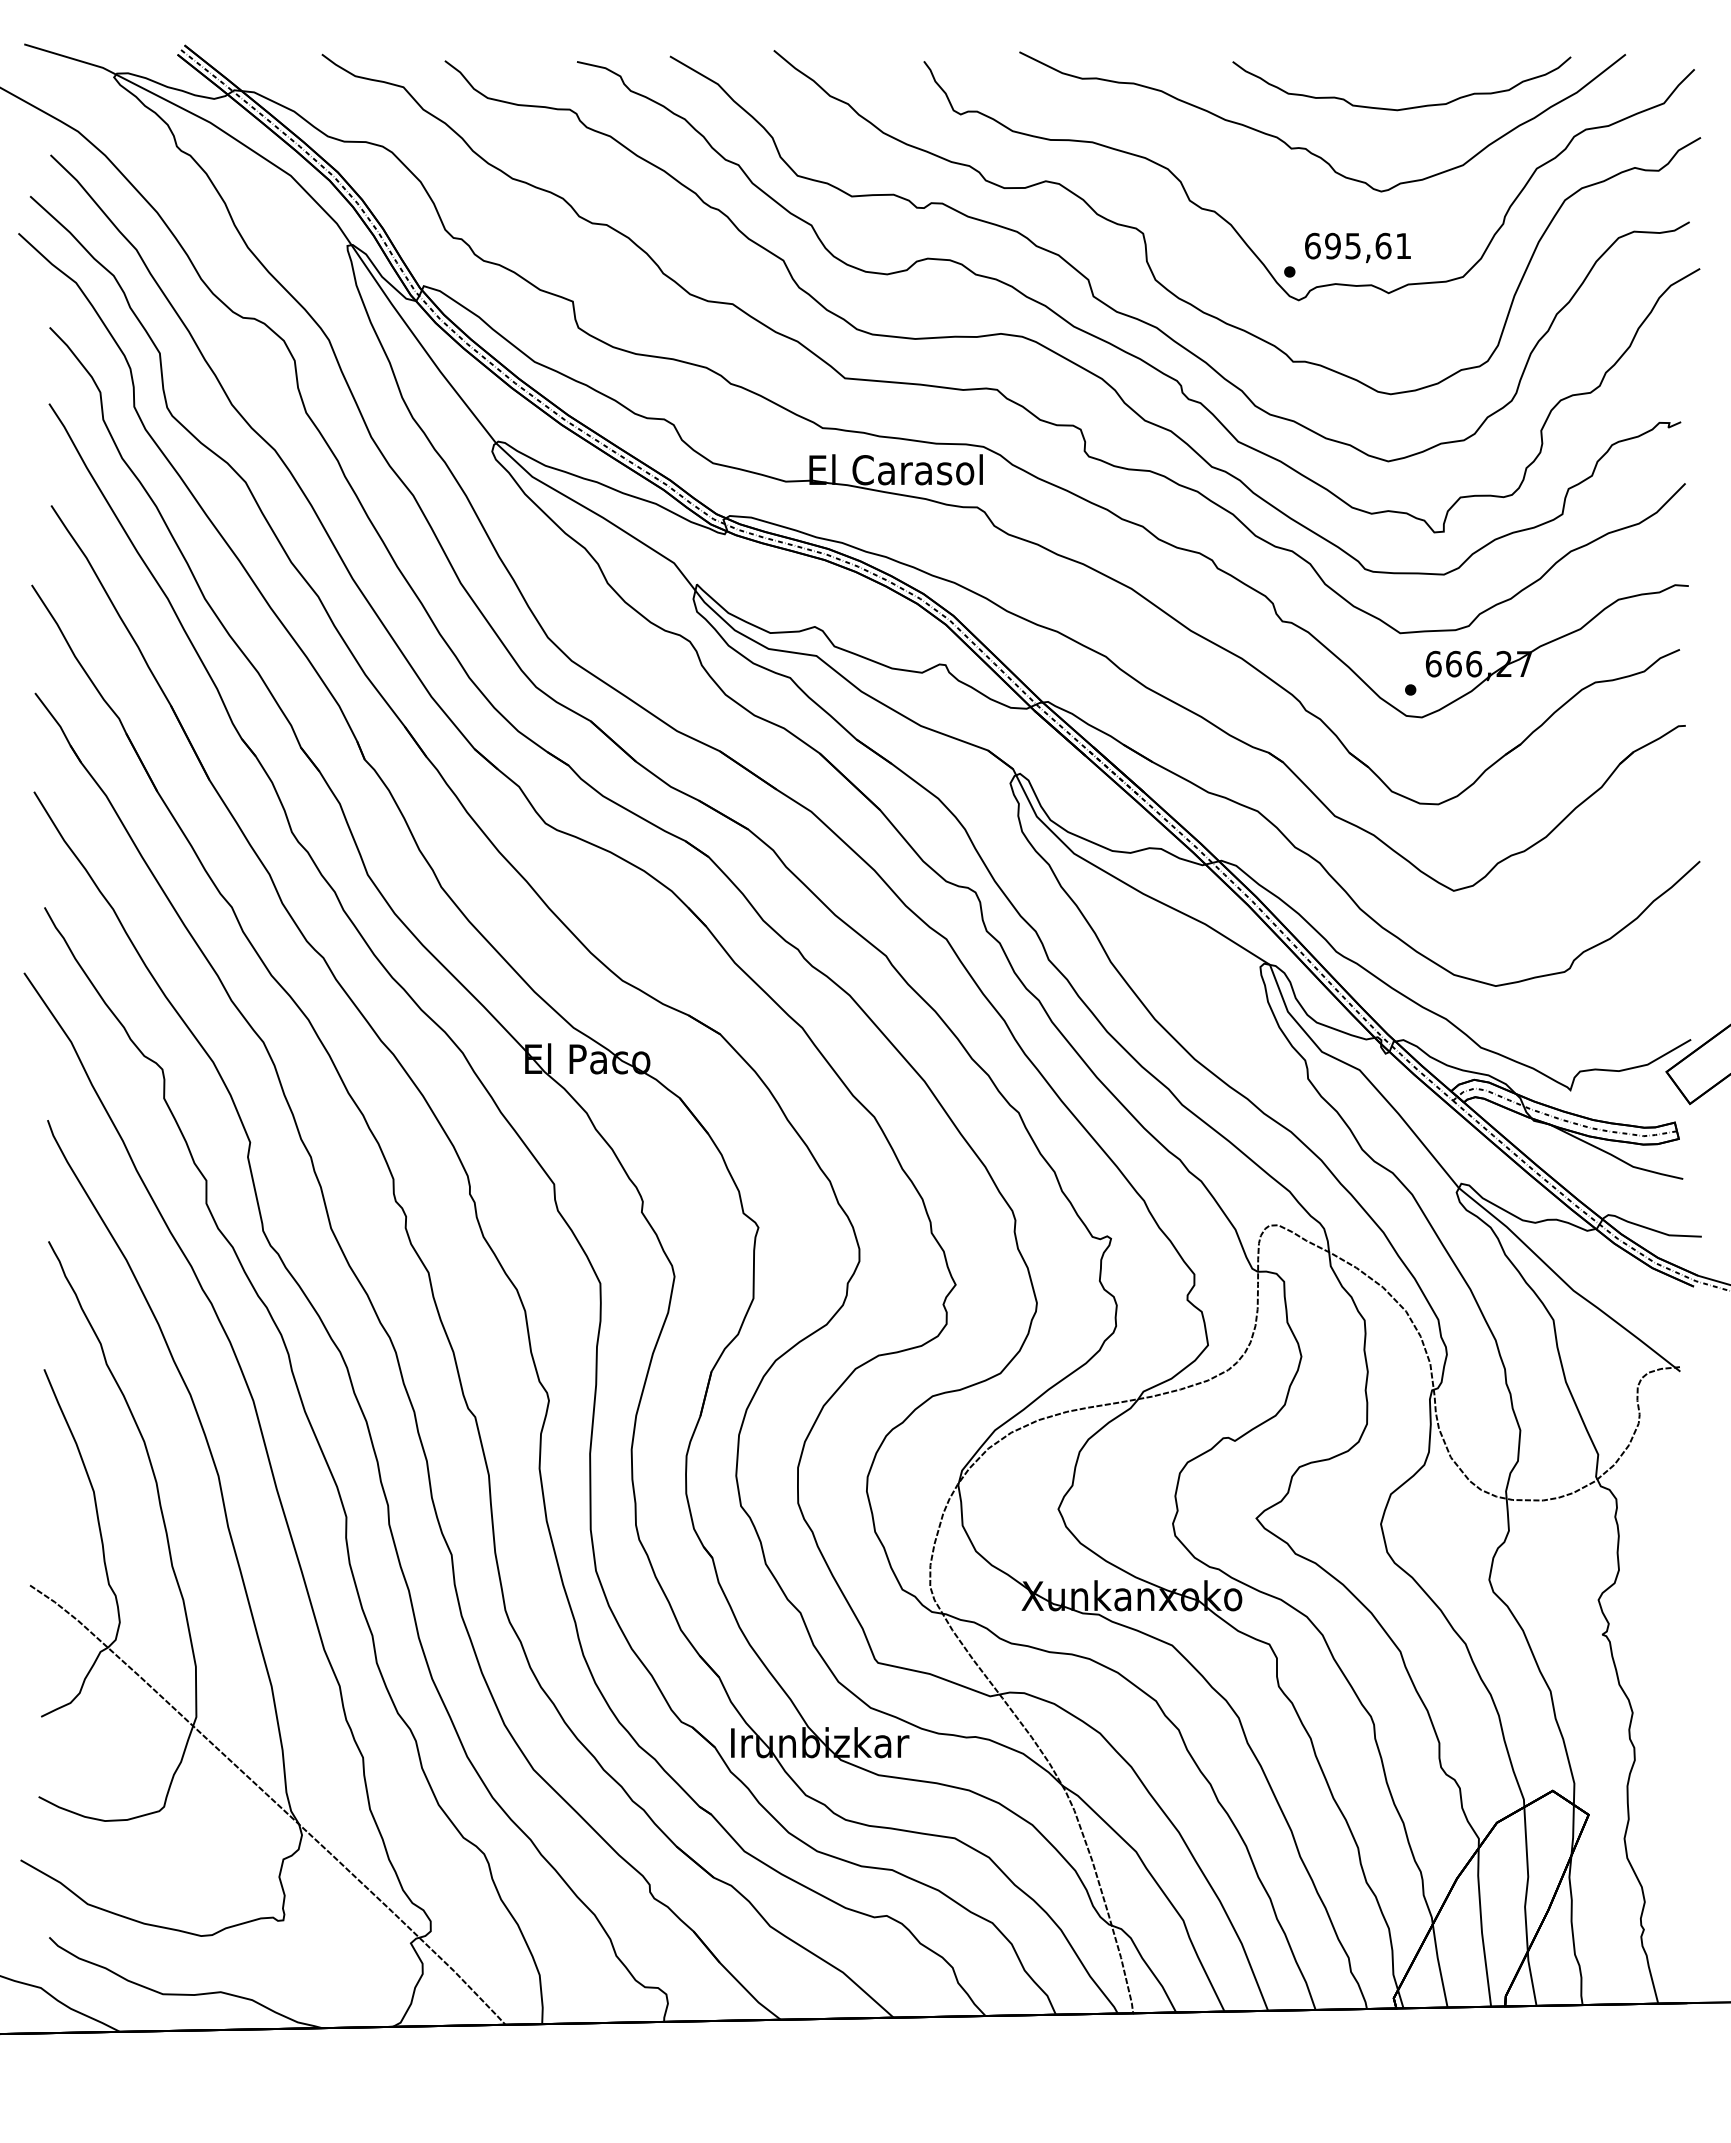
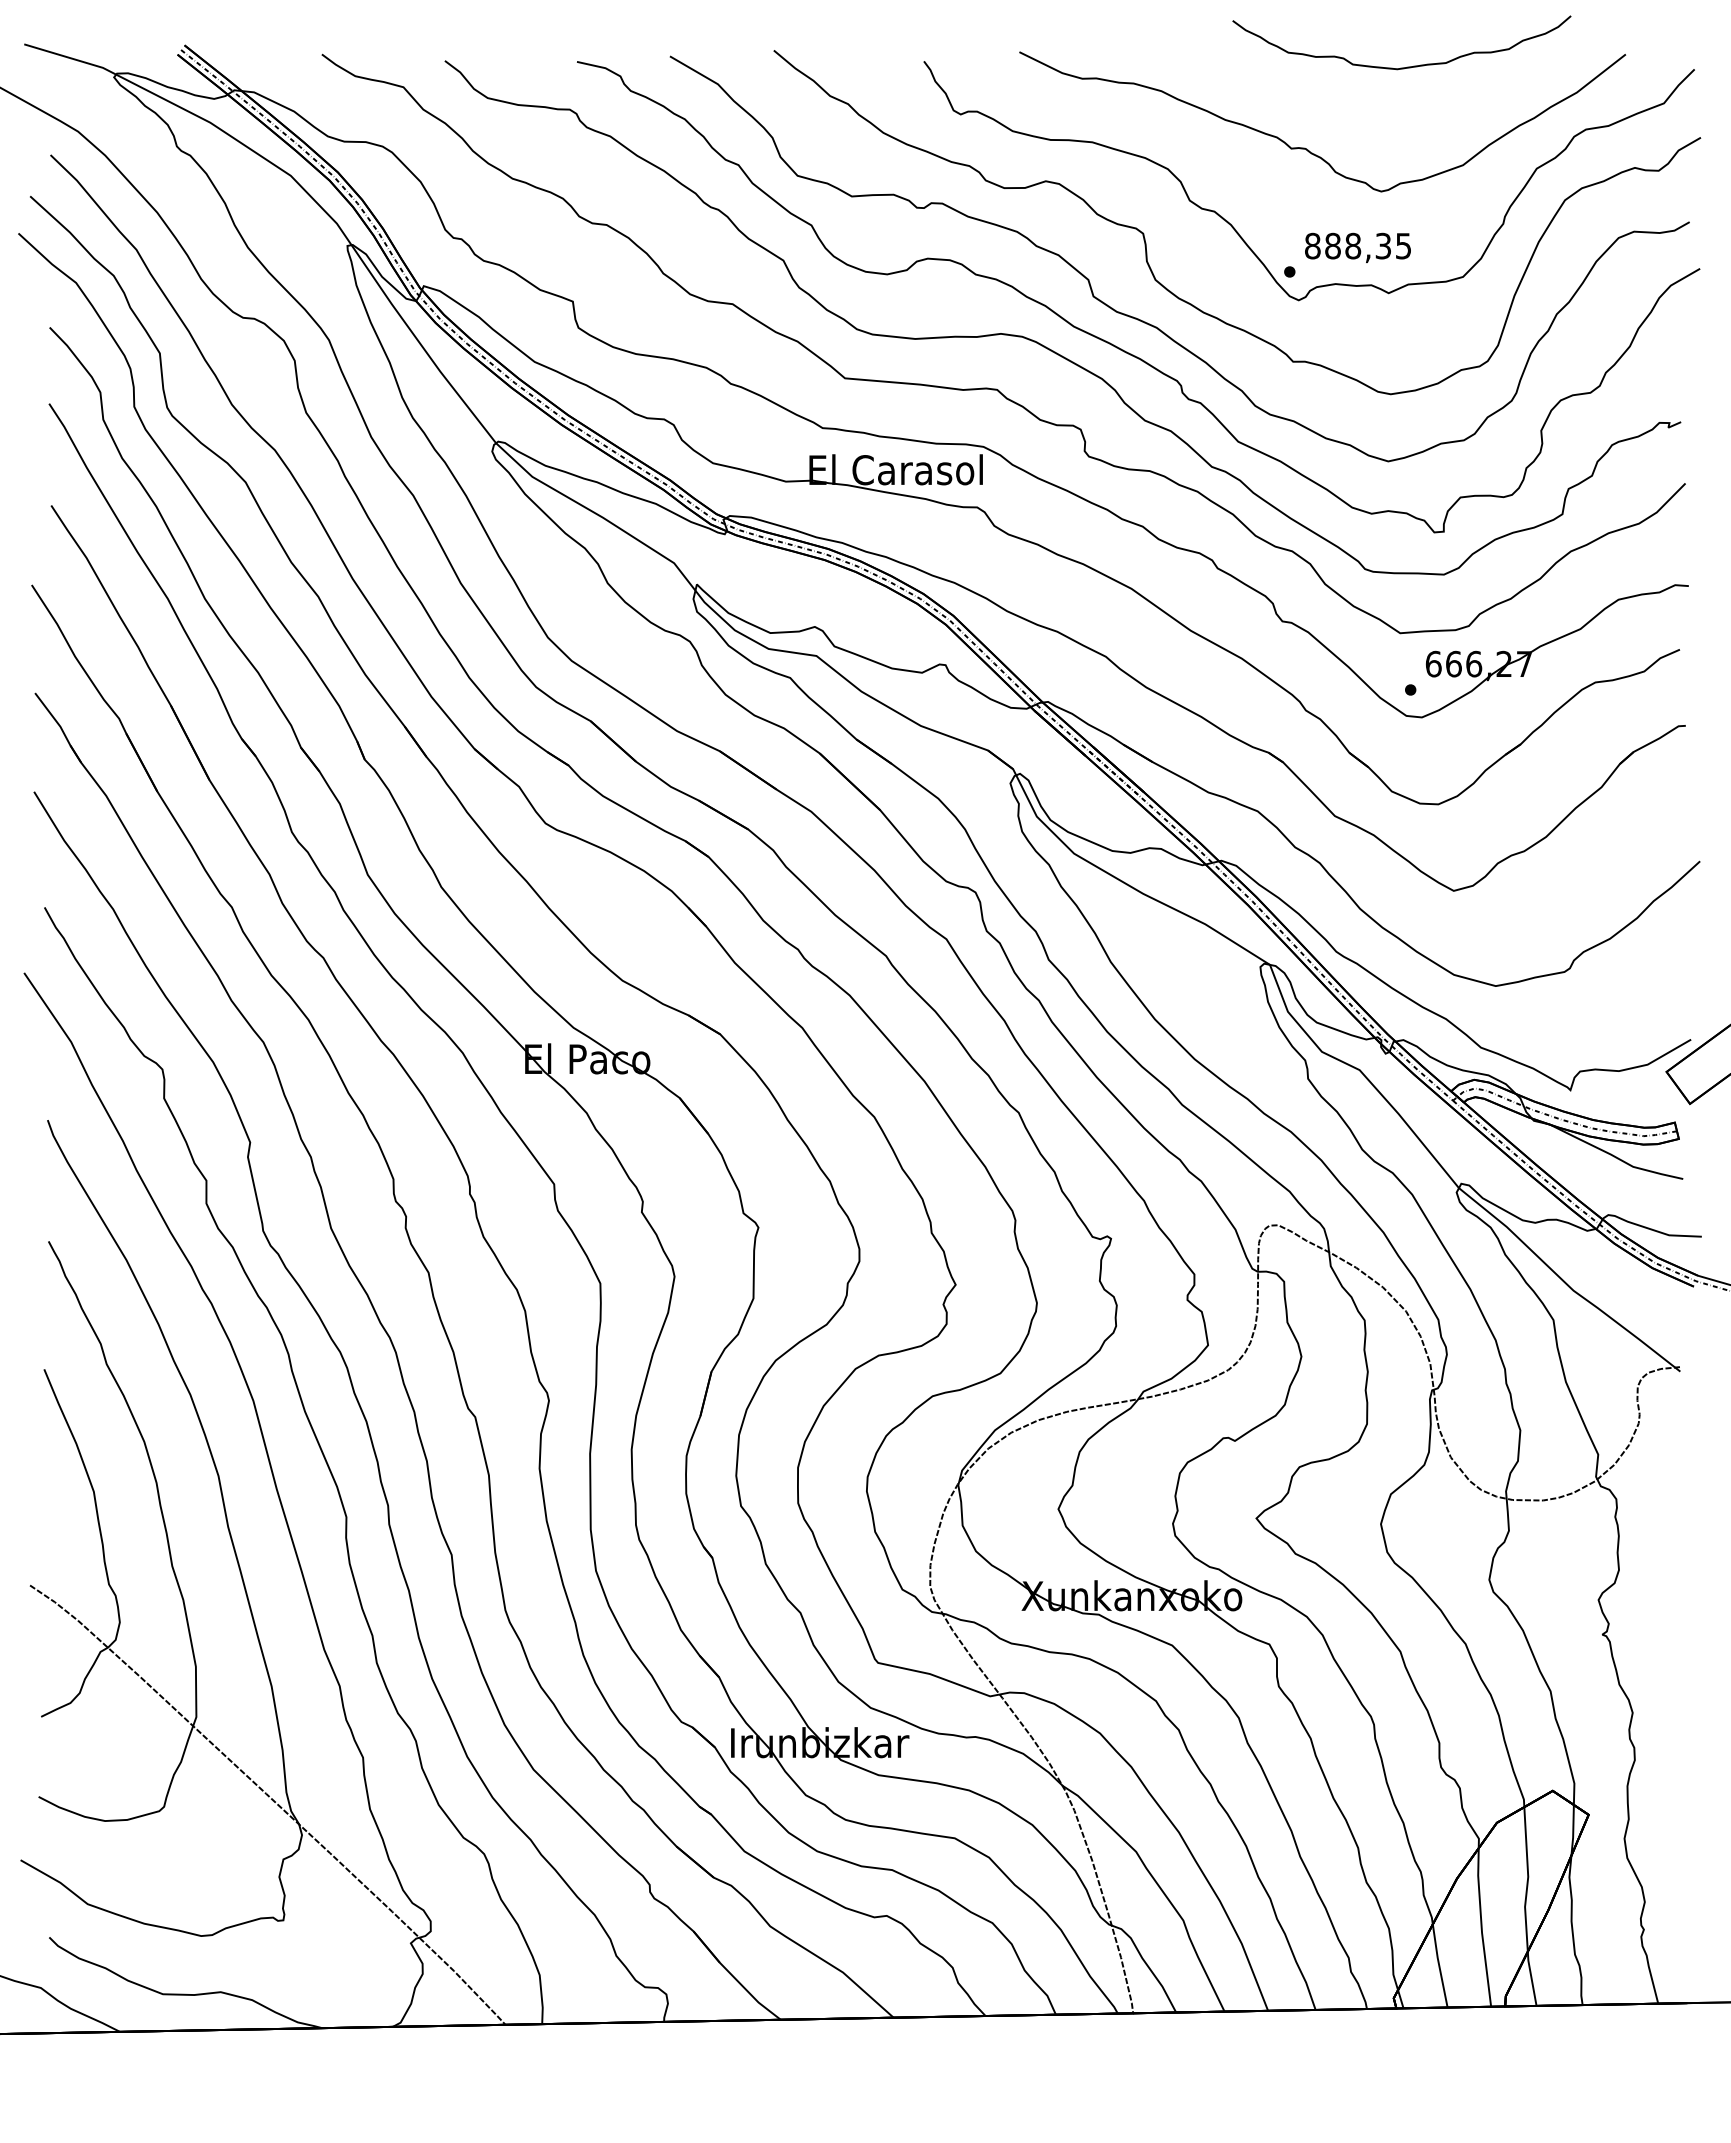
curve at (1407, 107) position: (1407, 107) -> (1407, 66)
text at (1357, 245): 695,61 -> 888,35
